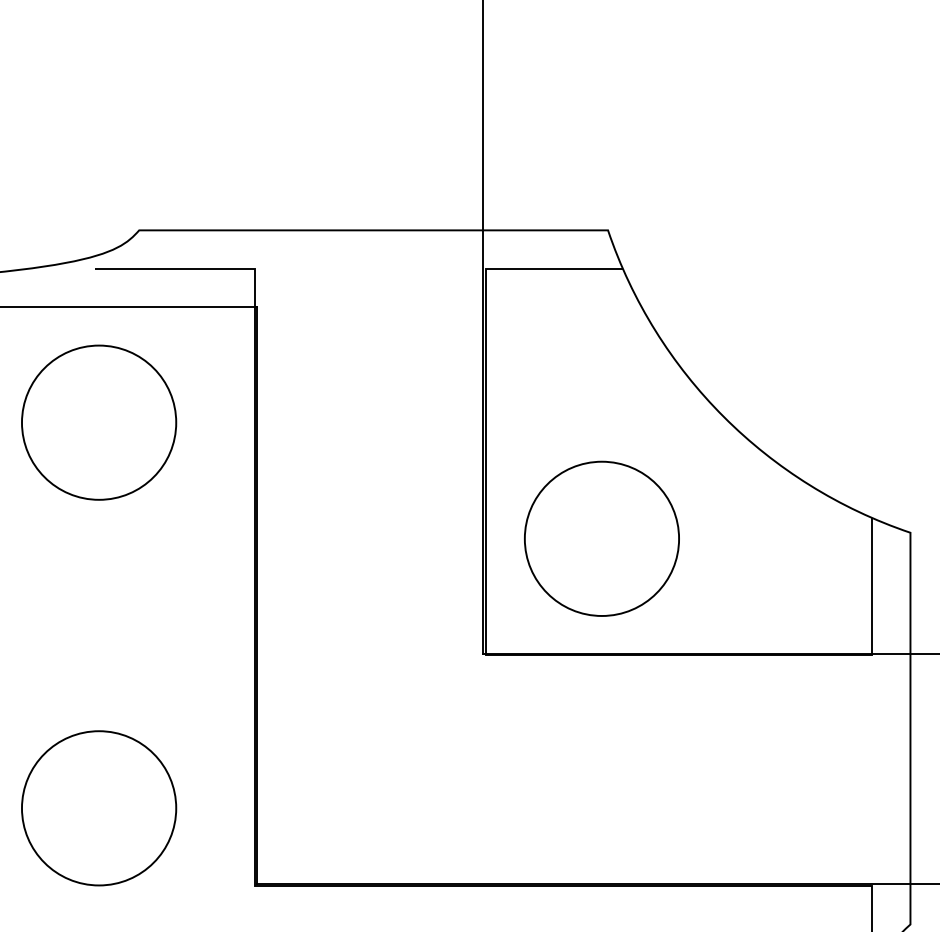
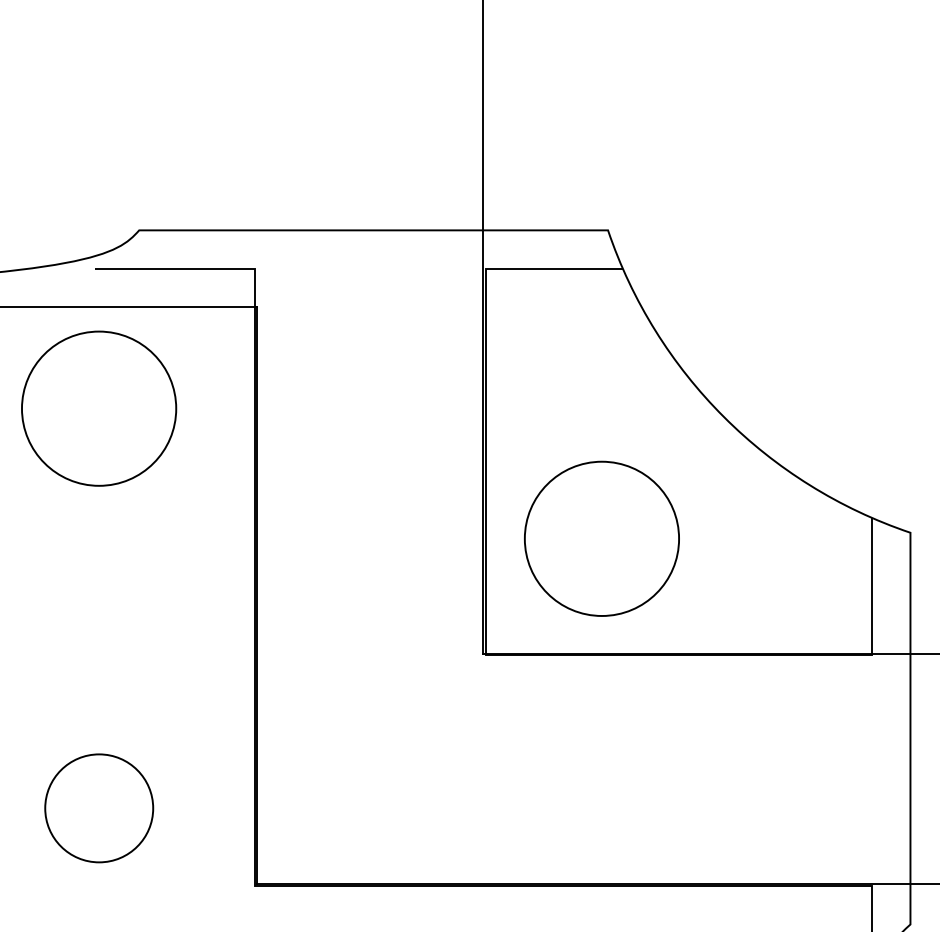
circle at (99, 422) position: (99, 422) -> (99, 408)
circle at (99, 808) size: 157x157 px -> 111x111 px
